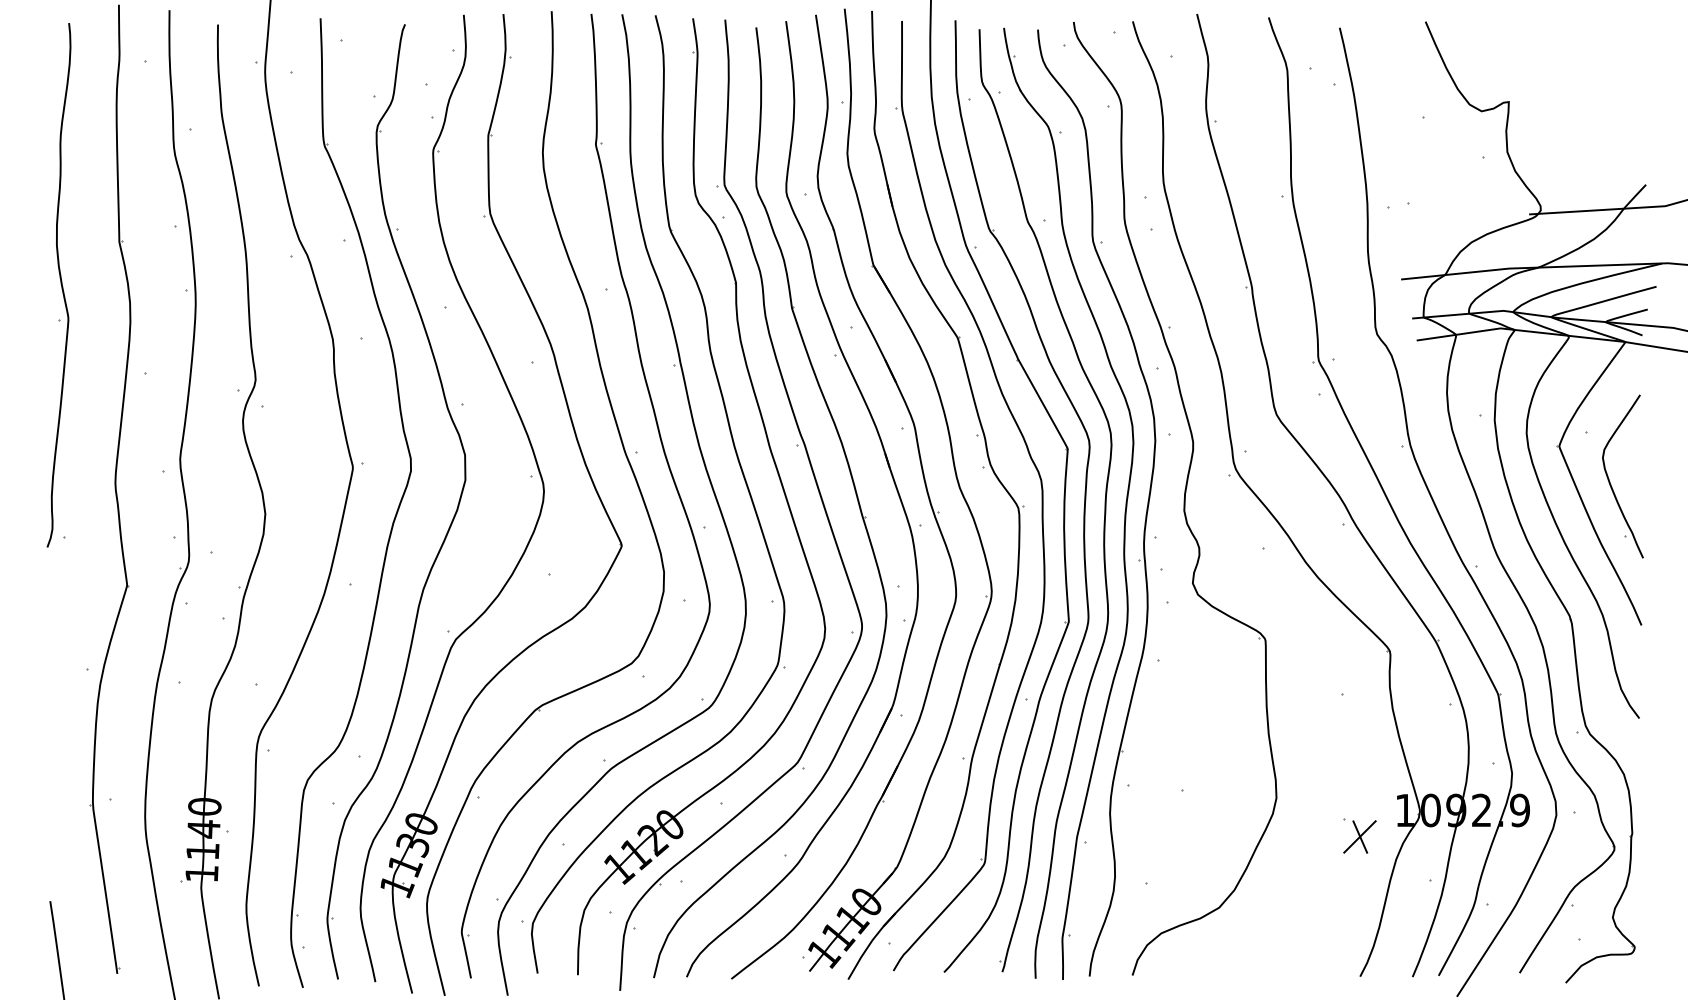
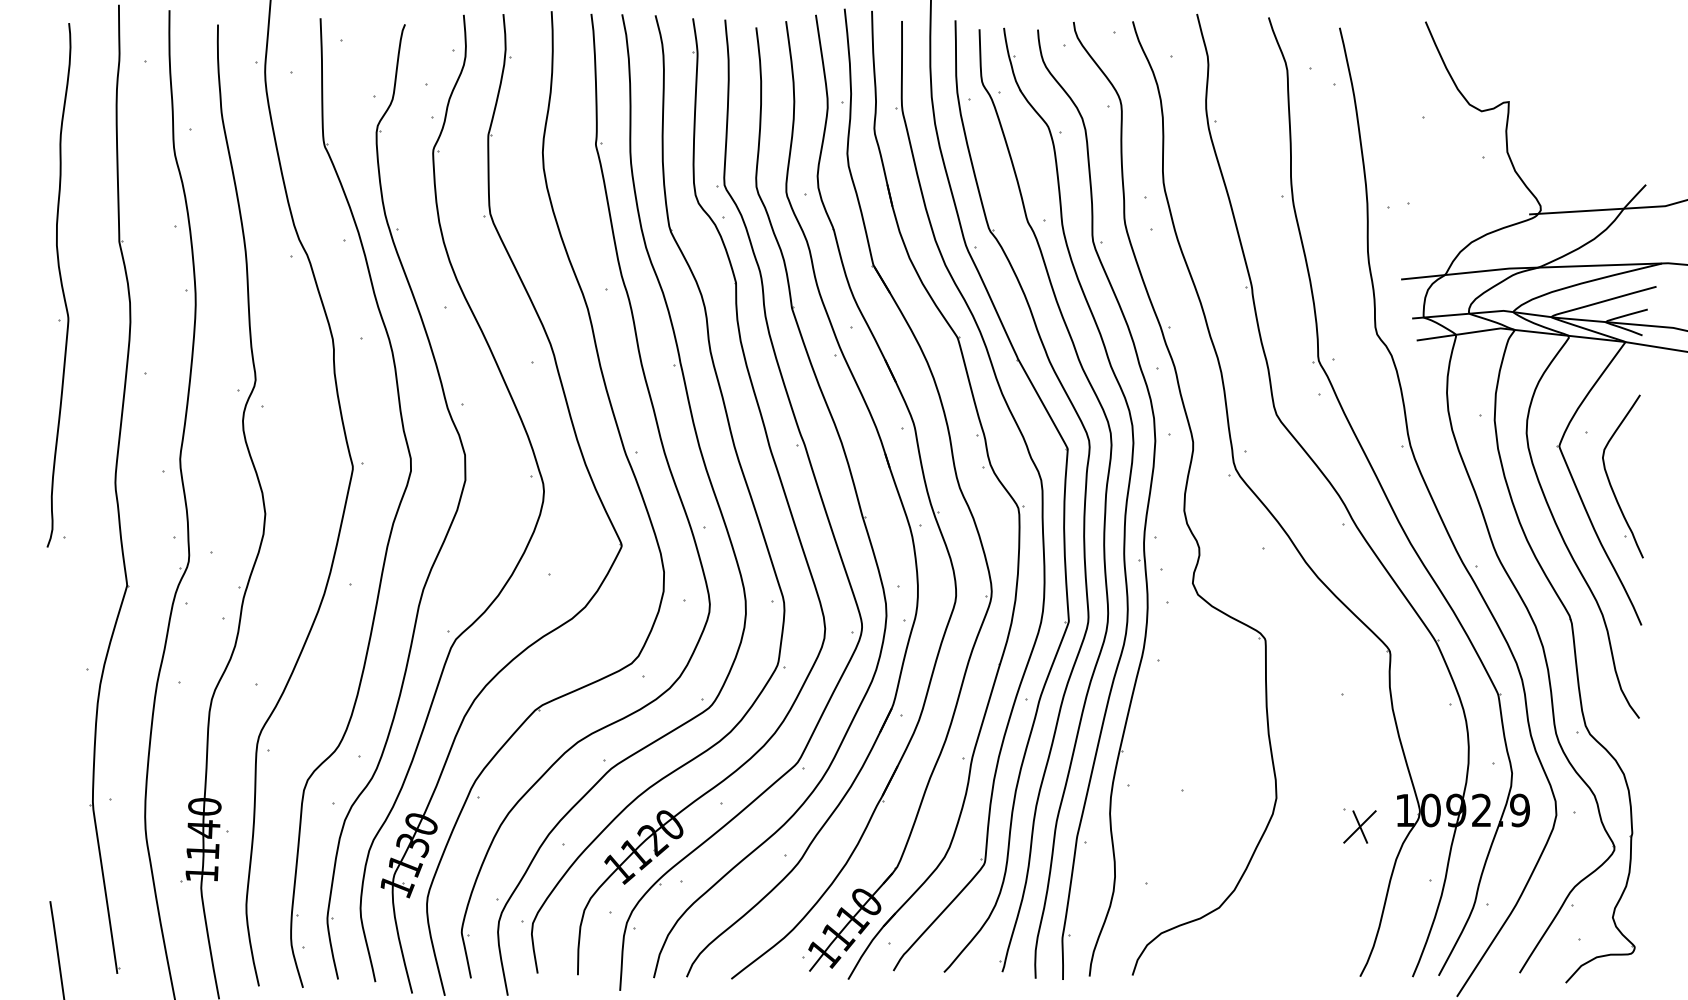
part at (1359, 835) position: (1359, 835) -> (1359, 825)
